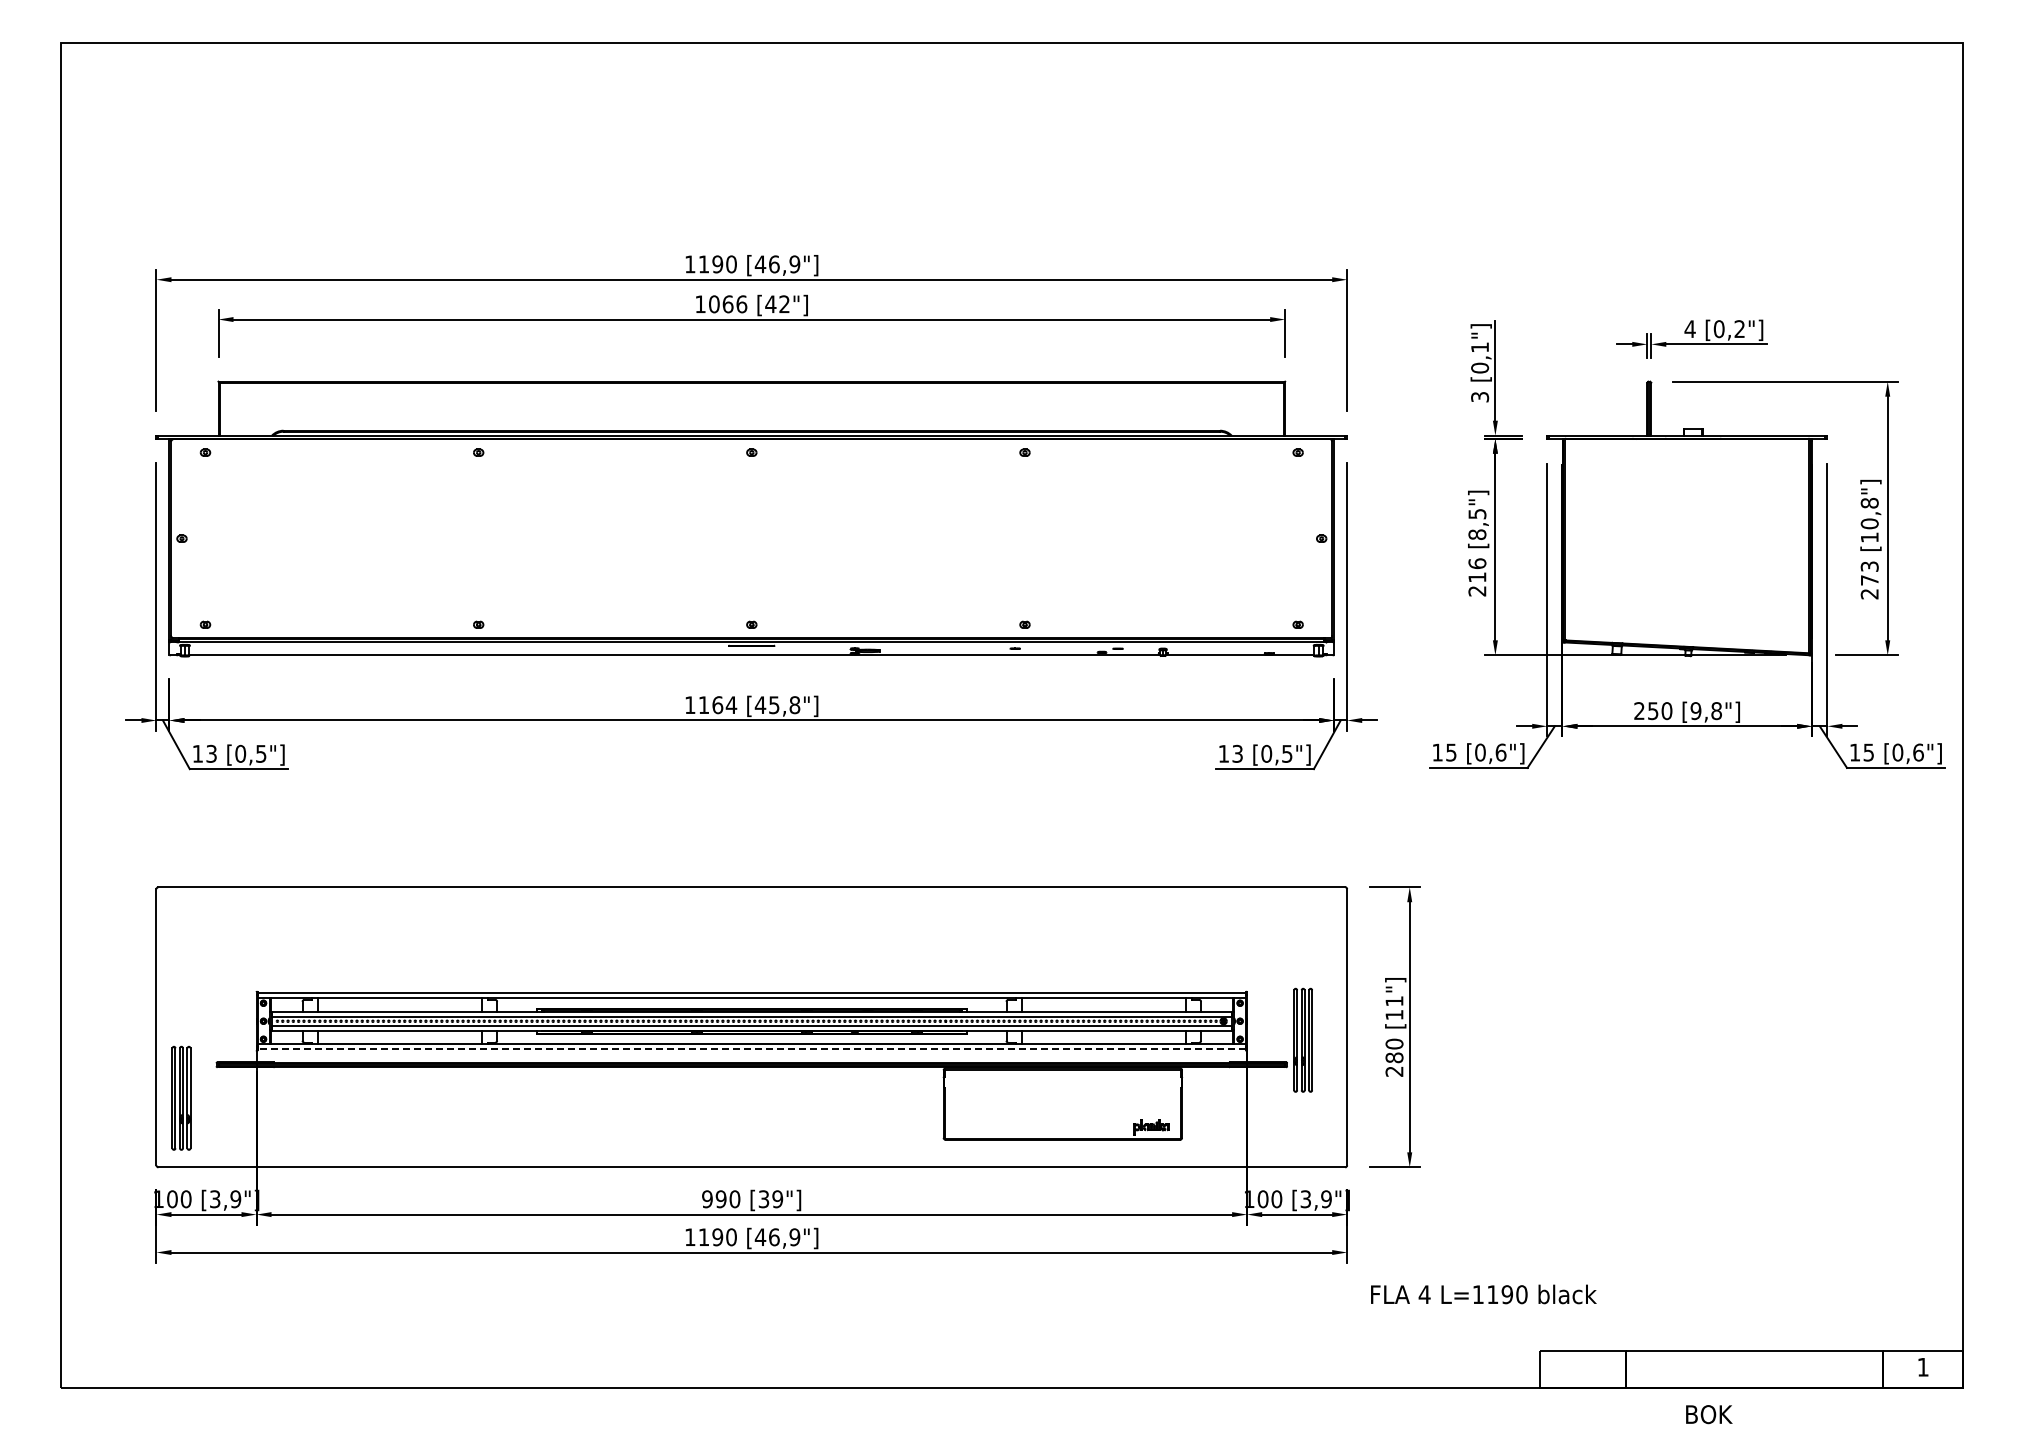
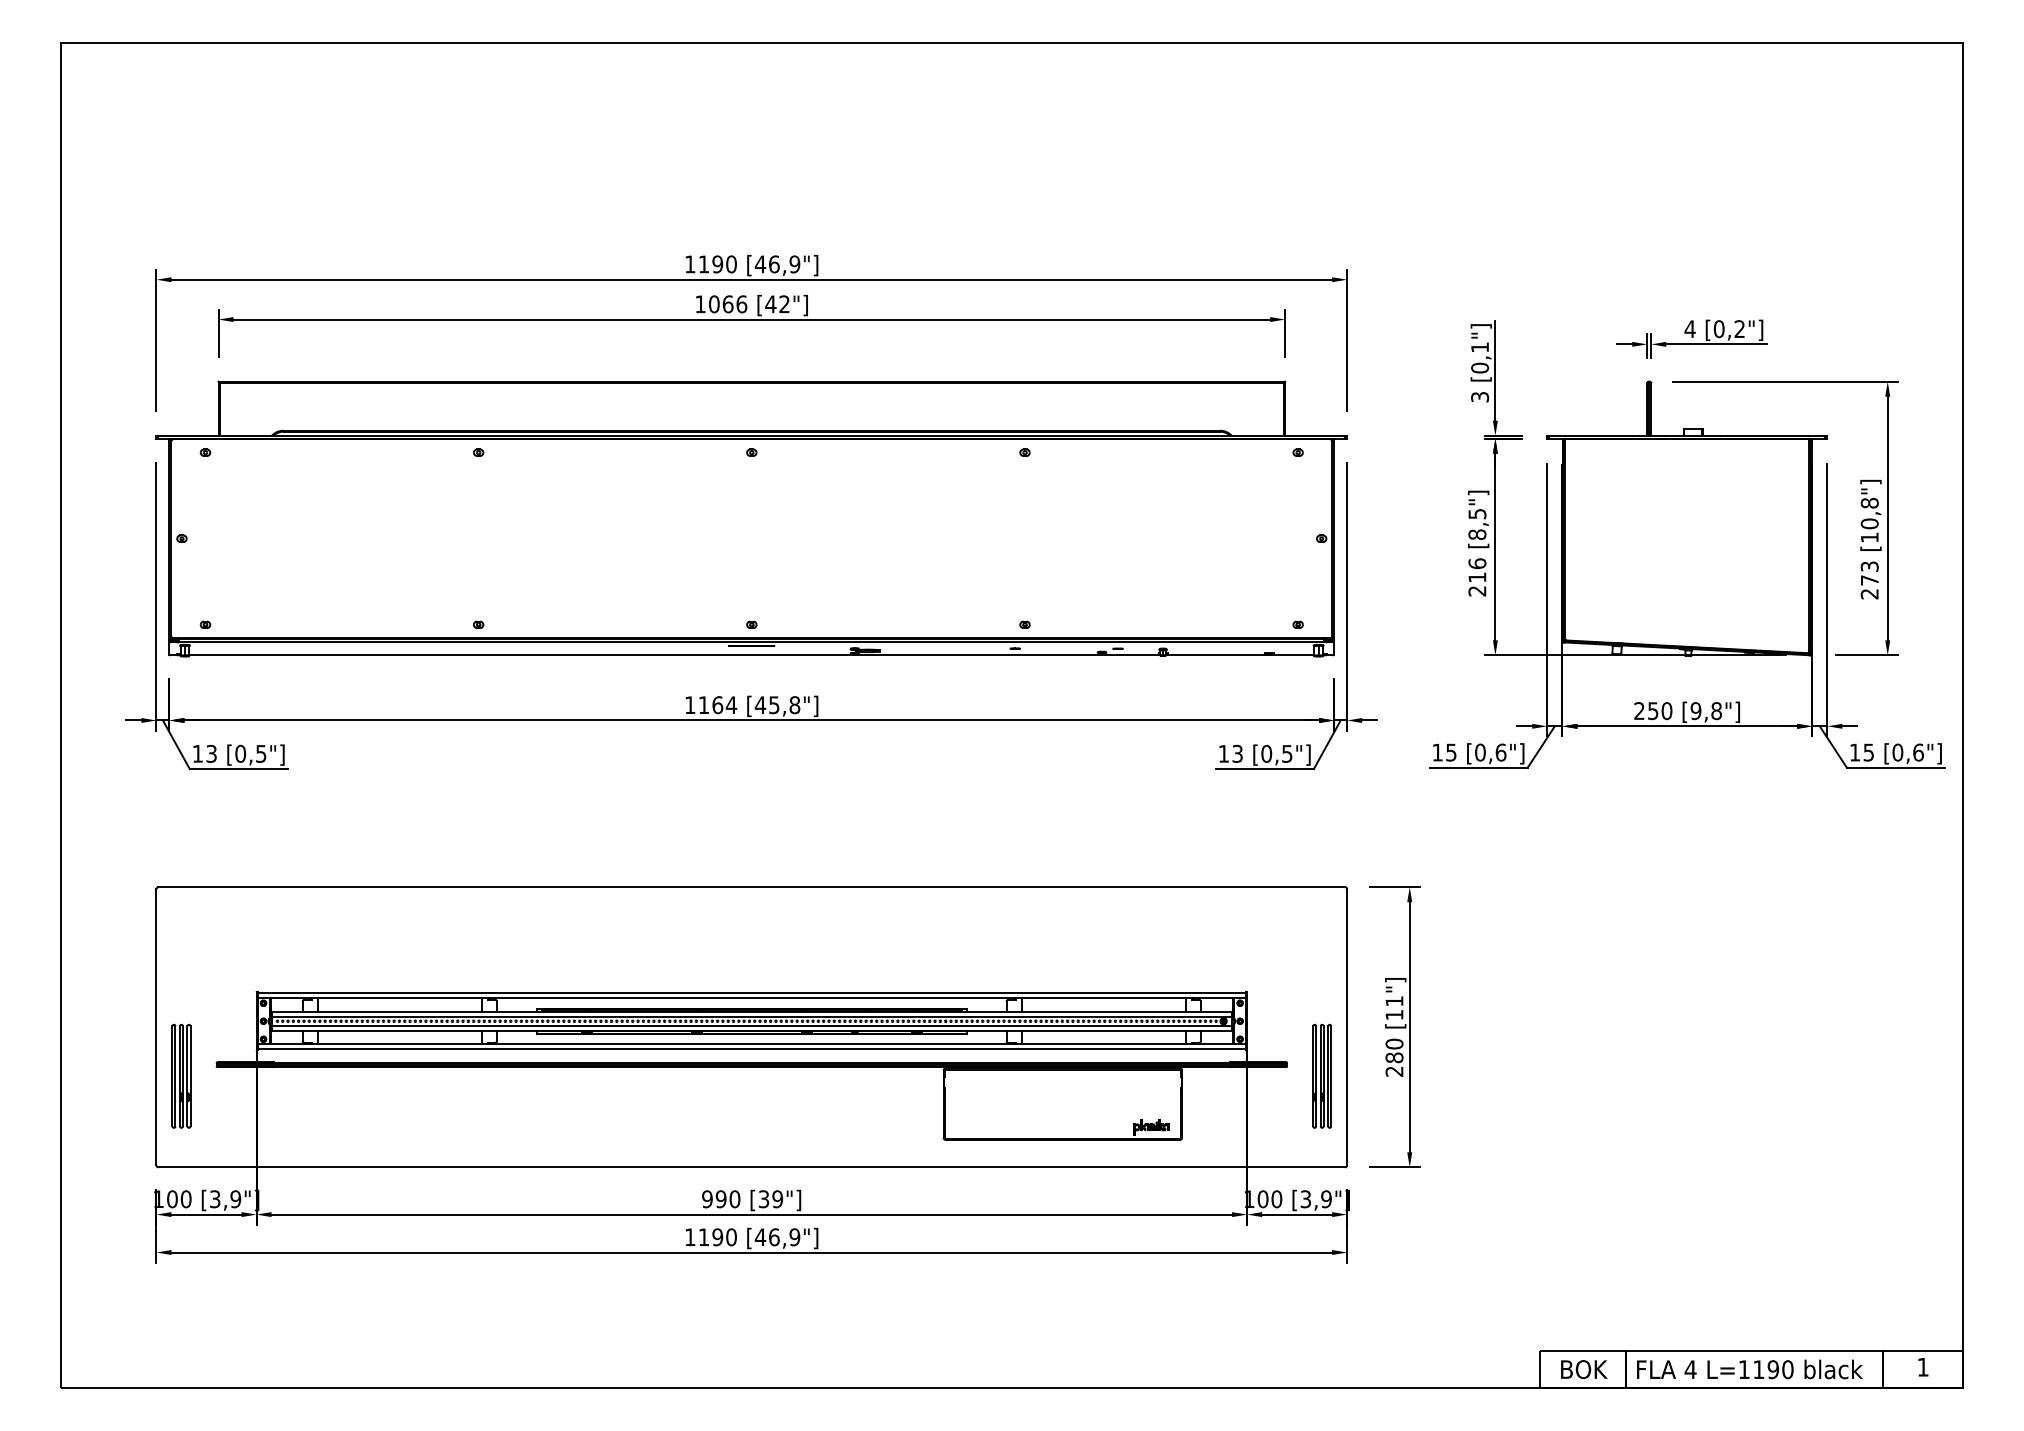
part at (1302, 1039) position: (1302, 1039) -> (1321, 1075)
line at (751, 1049): dashed -> solid
part at (181, 1097) position: (181, 1097) -> (181, 1075)
text at (1483, 1294) position: (1483, 1294) -> (1749, 1369)
text at (1709, 1414) position: (1709, 1414) -> (1584, 1369)
